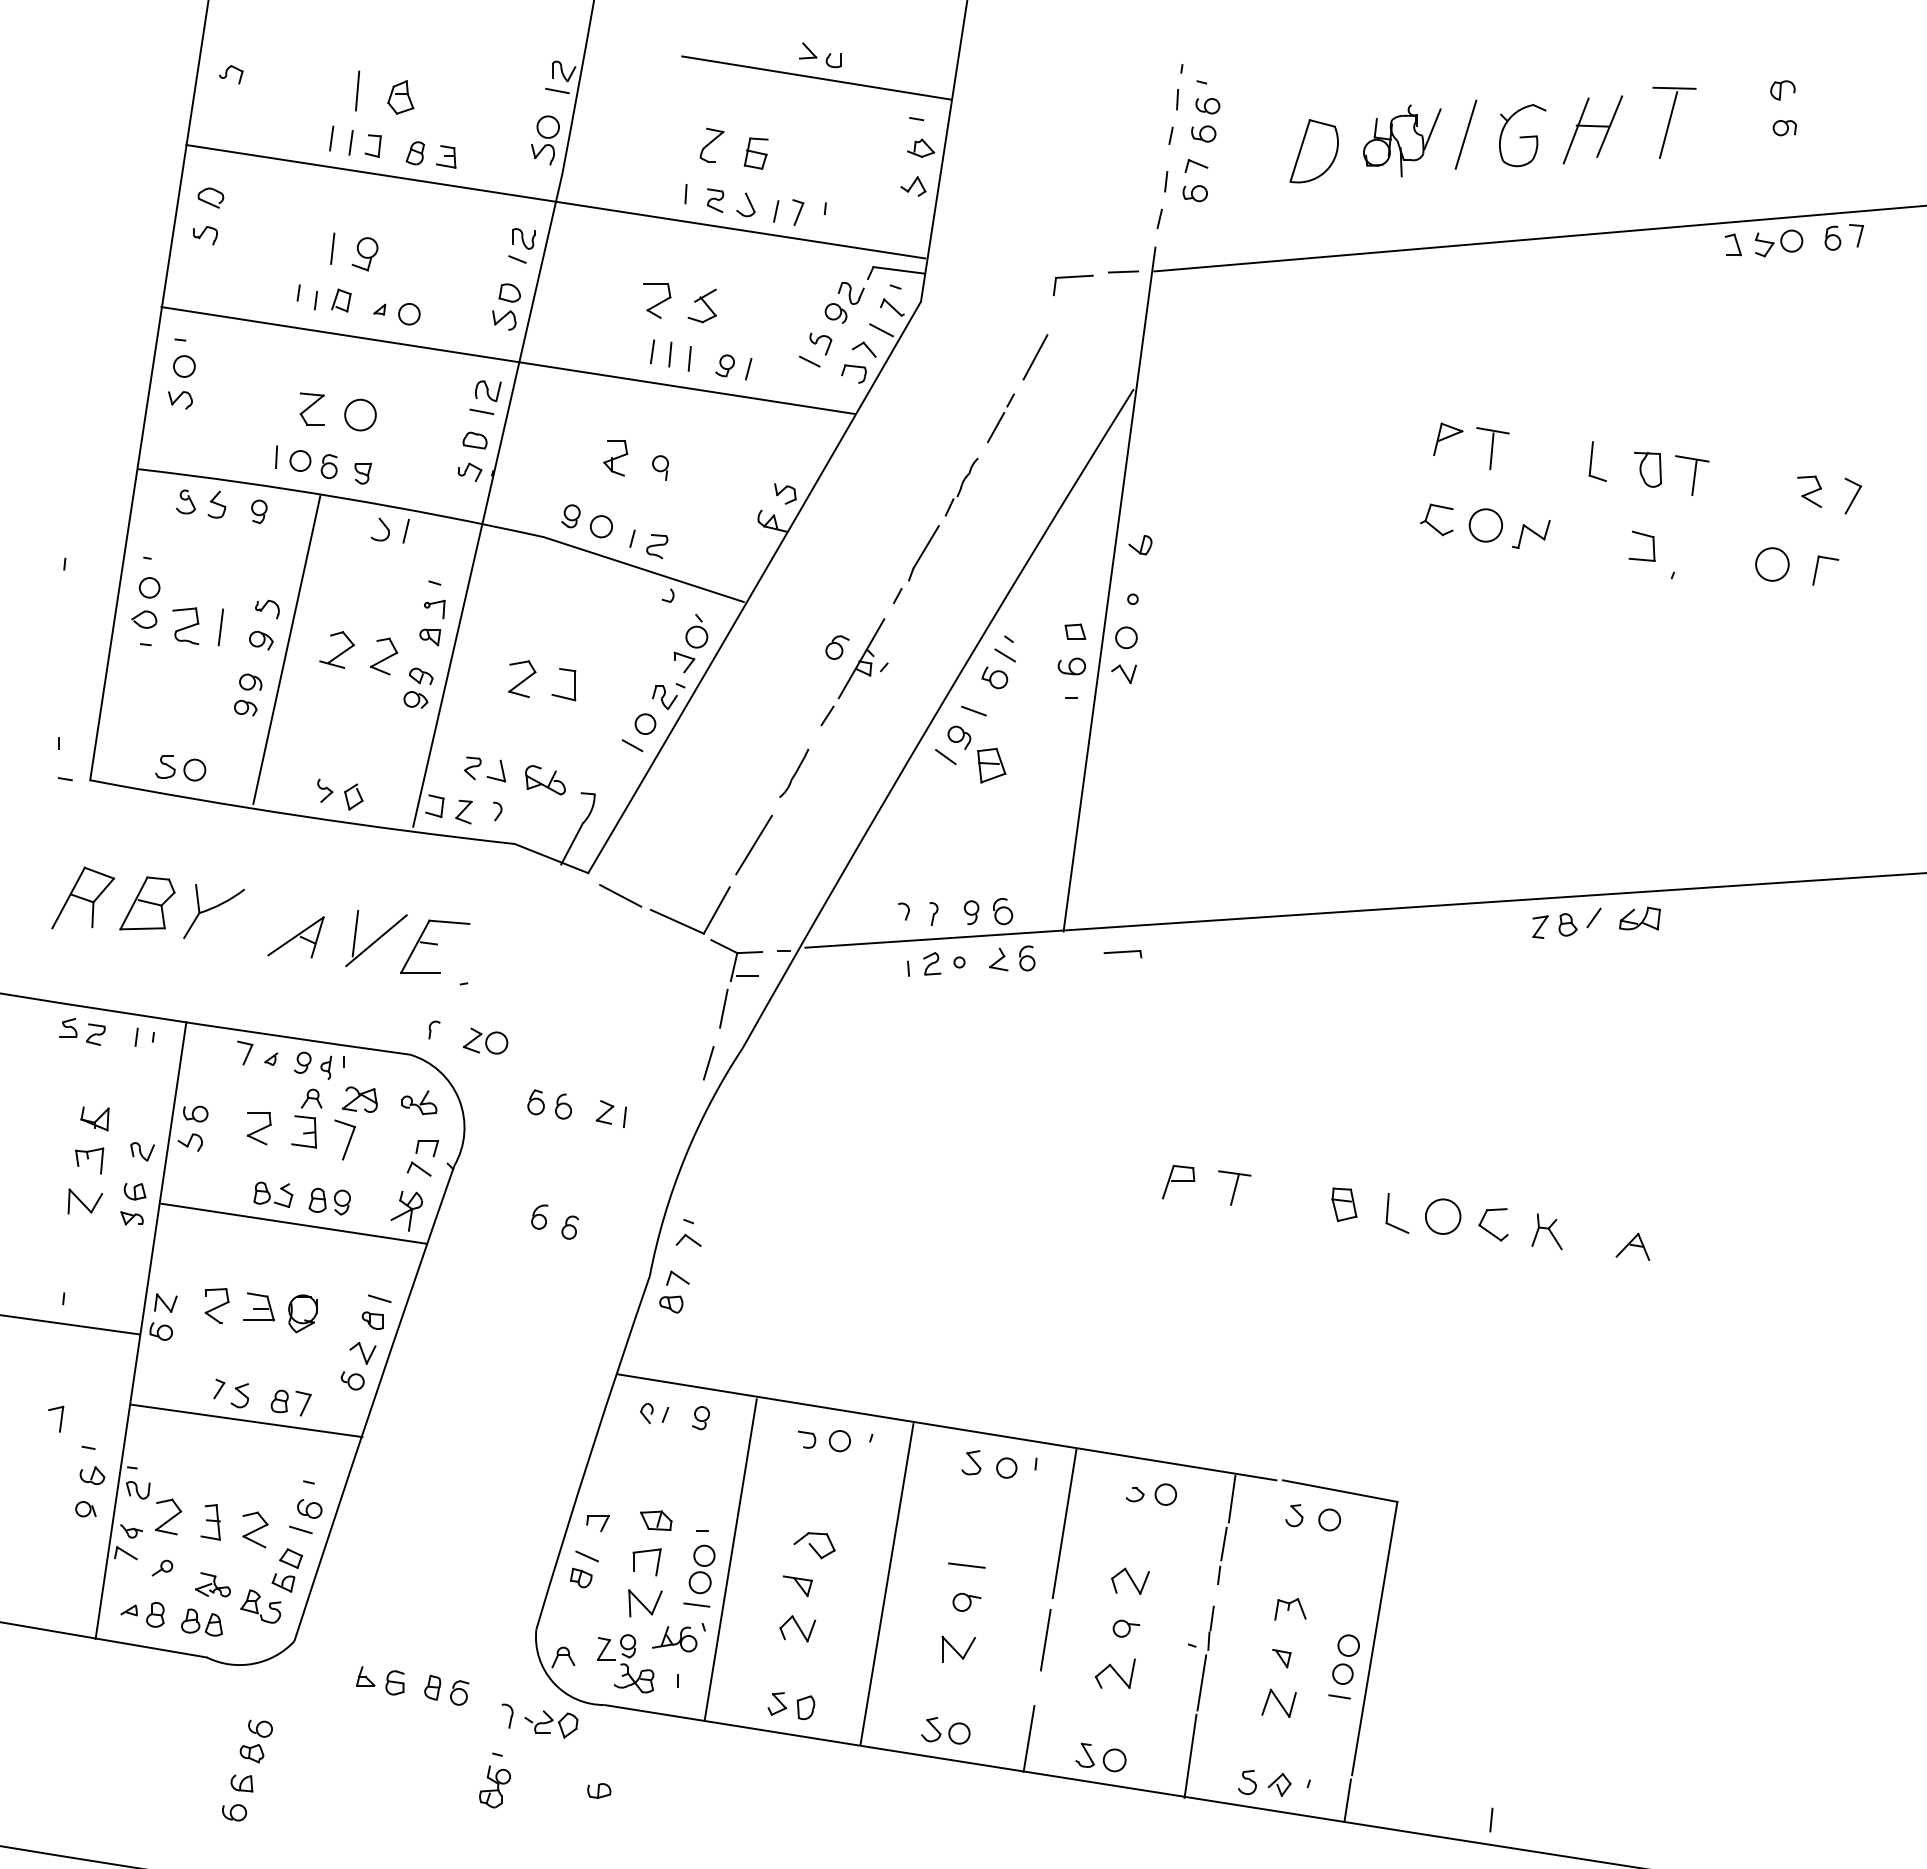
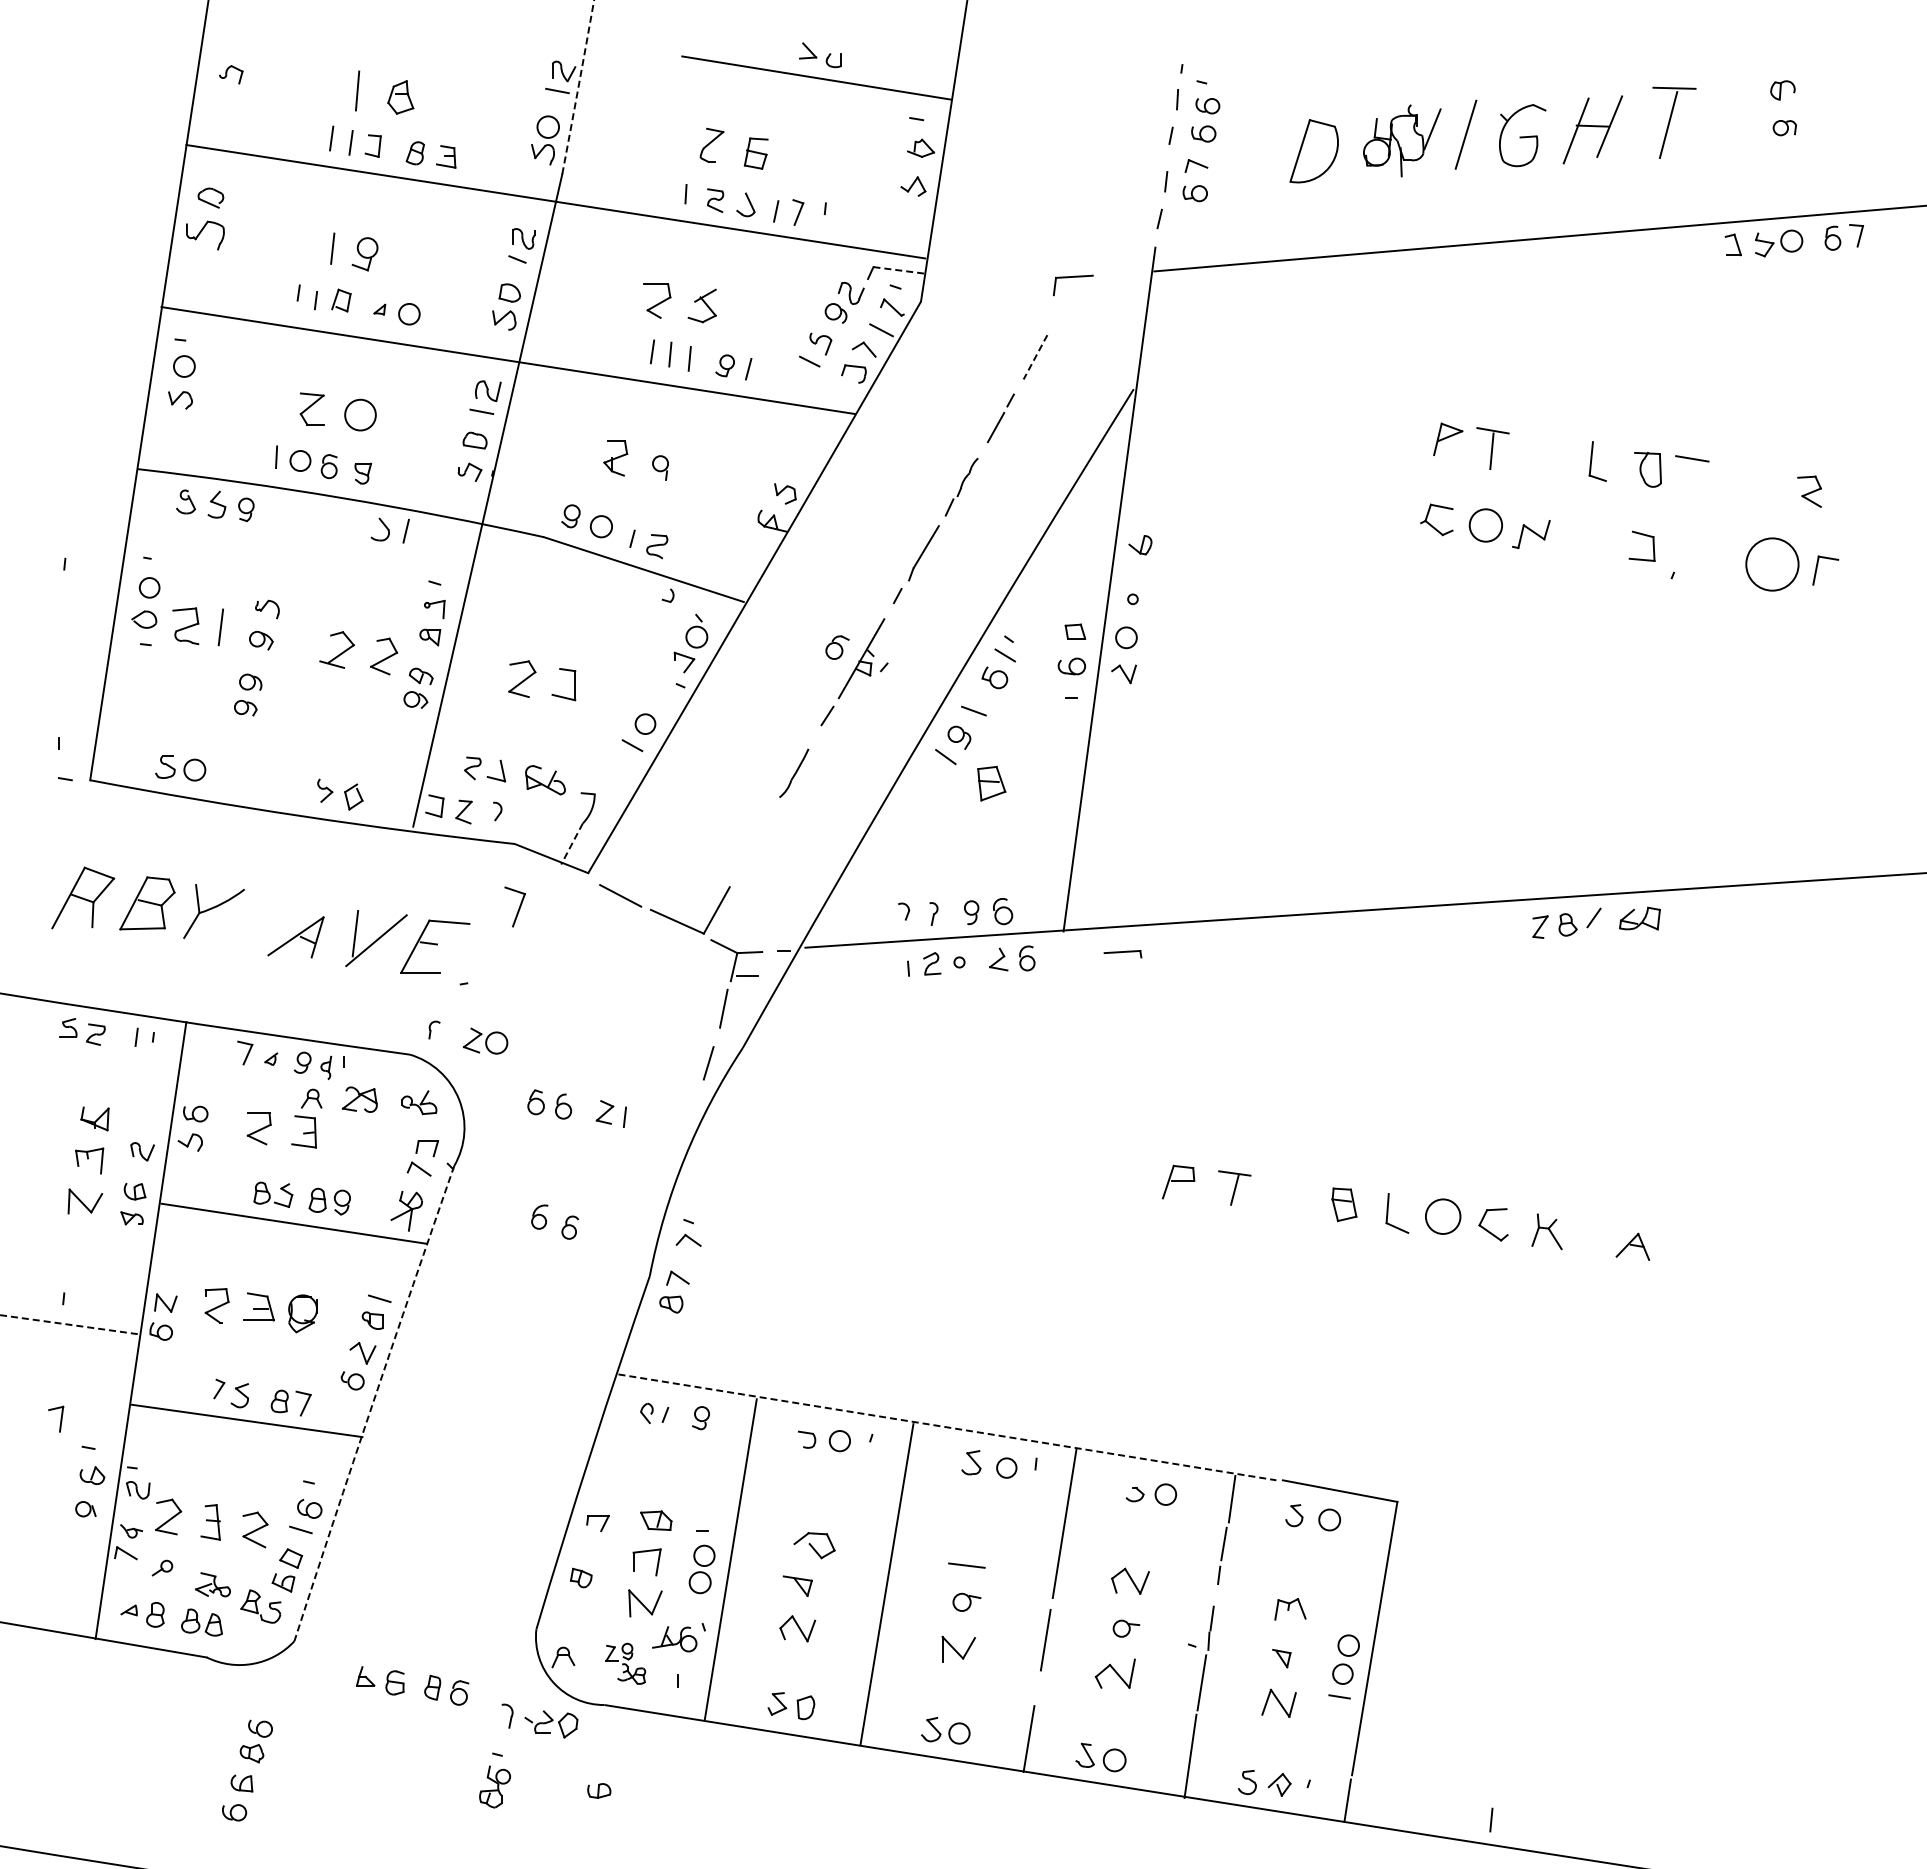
arc at (578, 86): solid -> dashed
part at (205, 235) size: 25x20 px -> 39x31 px
line at (898, 270): solid -> dashed
line at (1123, 271): present -> none
line at (1035, 357): solid -> dashed
line at (1694, 477): present -> none
part at (1852, 495): present -> none
part at (259, 511) position: (259, 511) -> (246, 509)
circle at (1772, 564) diameter: 33 px -> 52 px
line at (286, 650): present -> none
part at (664, 697): present -> none
part at (991, 765) position: (991, 765) -> (991, 783)
line at (571, 844): solid -> dashed
line at (753, 844): present -> none
part at (344, 1139) position: (344, 1139) -> (514, 906)
line at (70, 1324): solid -> dashed
arc at (373, 1403): solid -> dashed
line at (947, 1427): solid -> dashed
line at (586, 1556): present -> none
line at (696, 1604): present -> none
part at (625, 1663) size: 58x60 px -> 42x43 px
